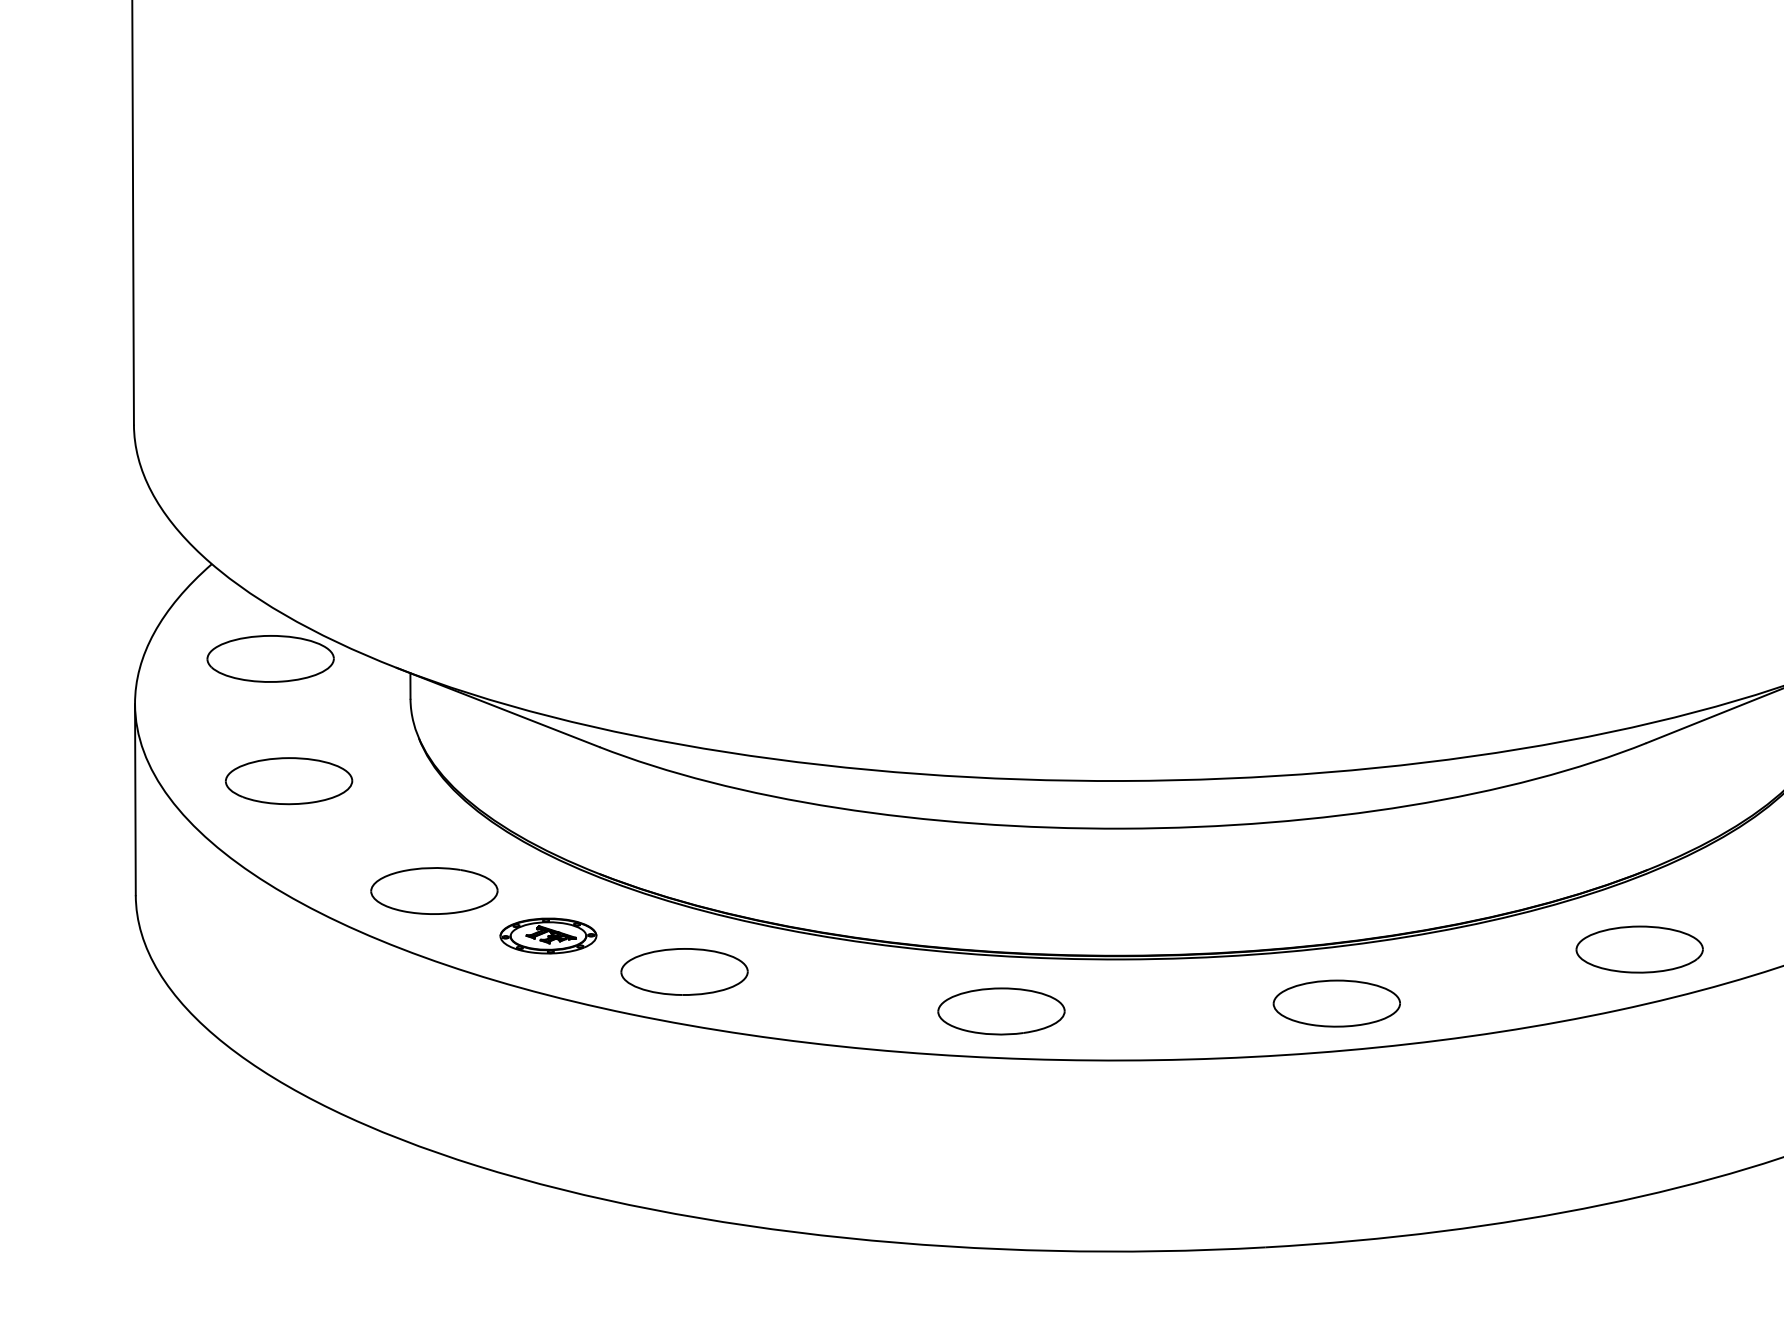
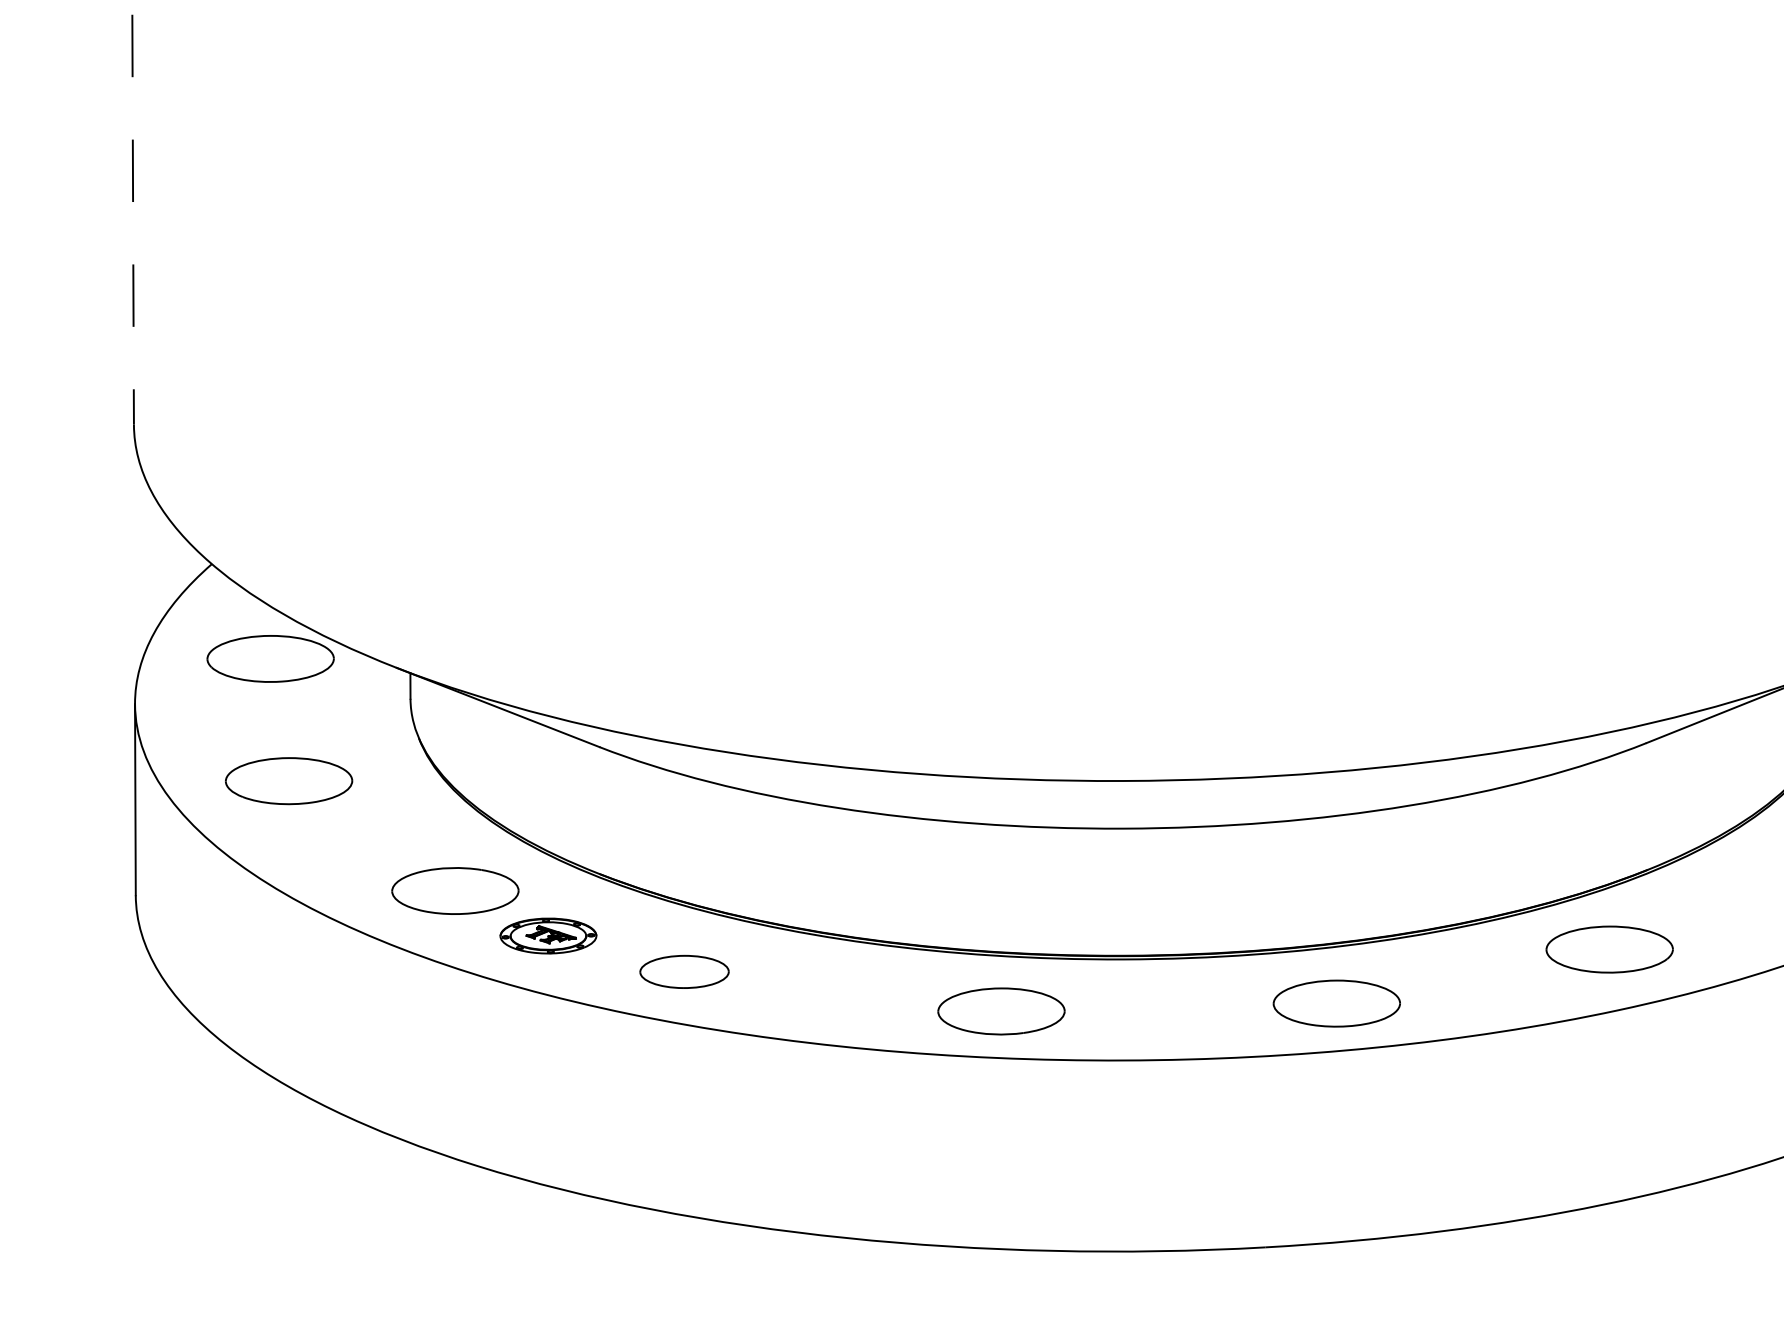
line at (133, 212): solid -> dashed
part at (434, 890) position: (434, 890) -> (455, 890)
part at (1639, 949) position: (1639, 949) -> (1609, 949)
part at (684, 971) size: 129x48 px -> 91x35 px
